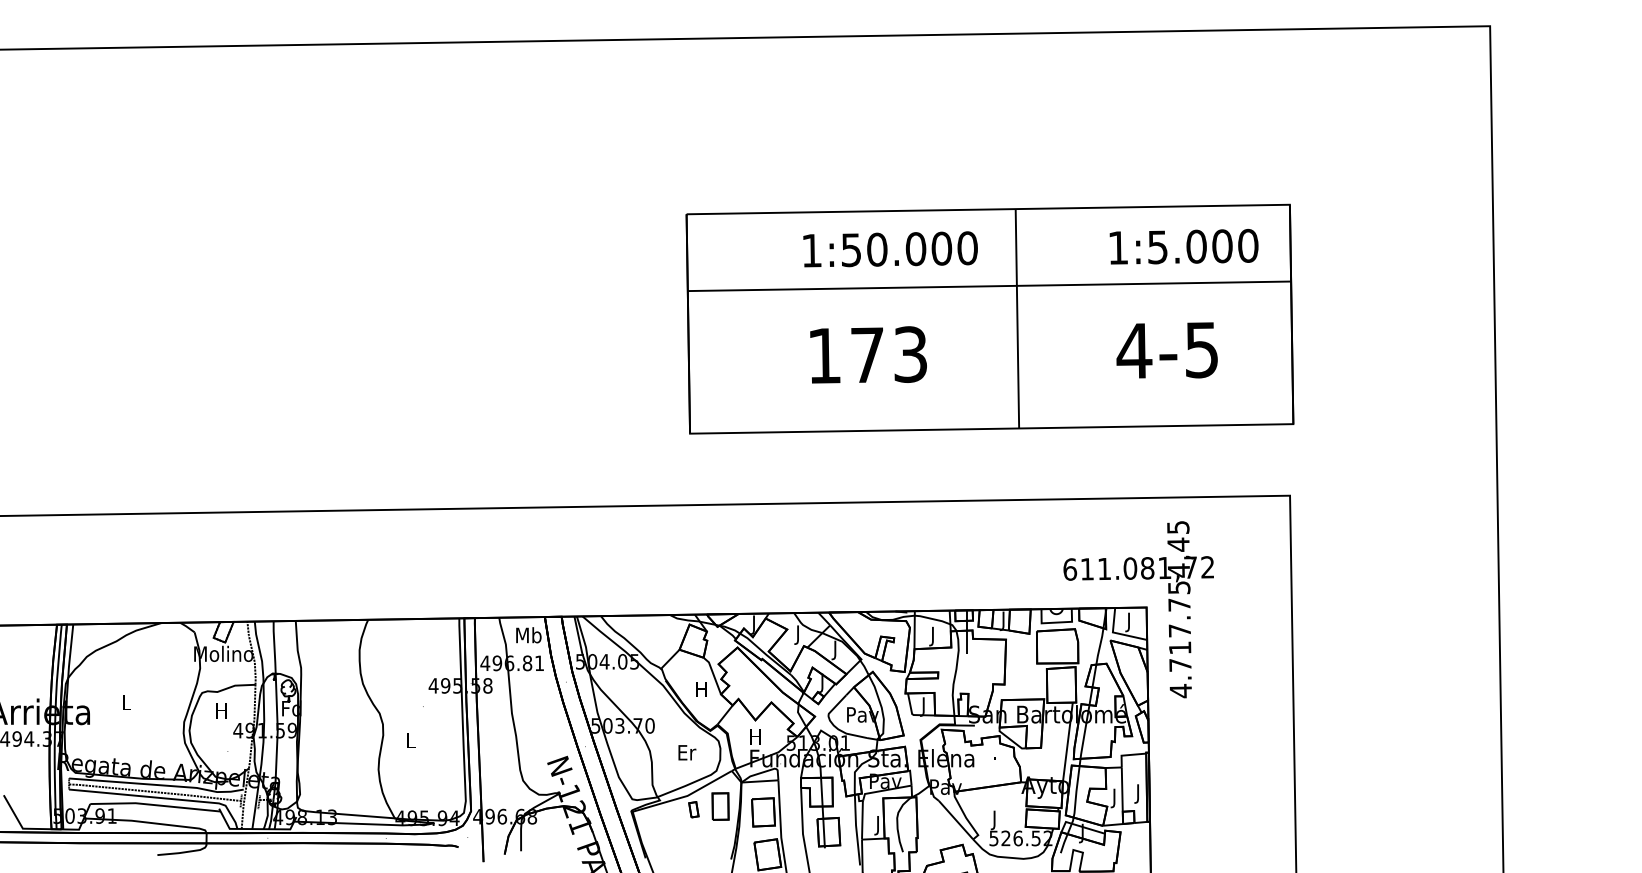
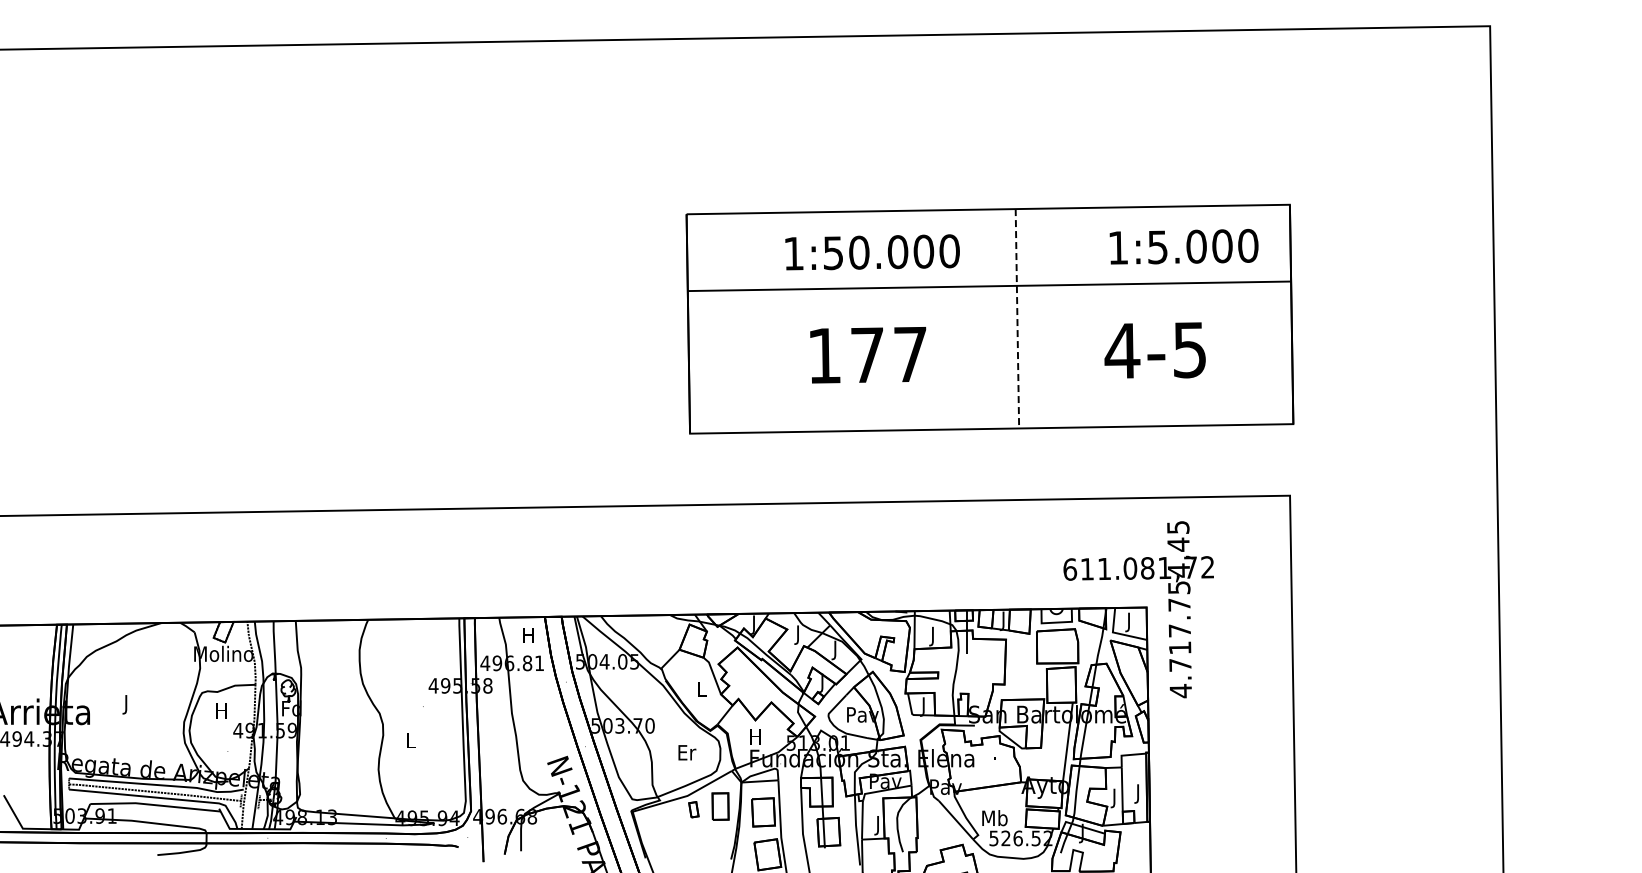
text at (890, 249) position: (890, 249) -> (872, 252)
line at (1017, 318): solid -> dashed
text at (1166, 350) position: (1166, 350) -> (1154, 350)
text at (910, 354): 173 -> 177
text at (528, 635): Mb -> H
text at (701, 689): H -> L
text at (126, 704): L -> J
text at (994, 820): J -> Mb
